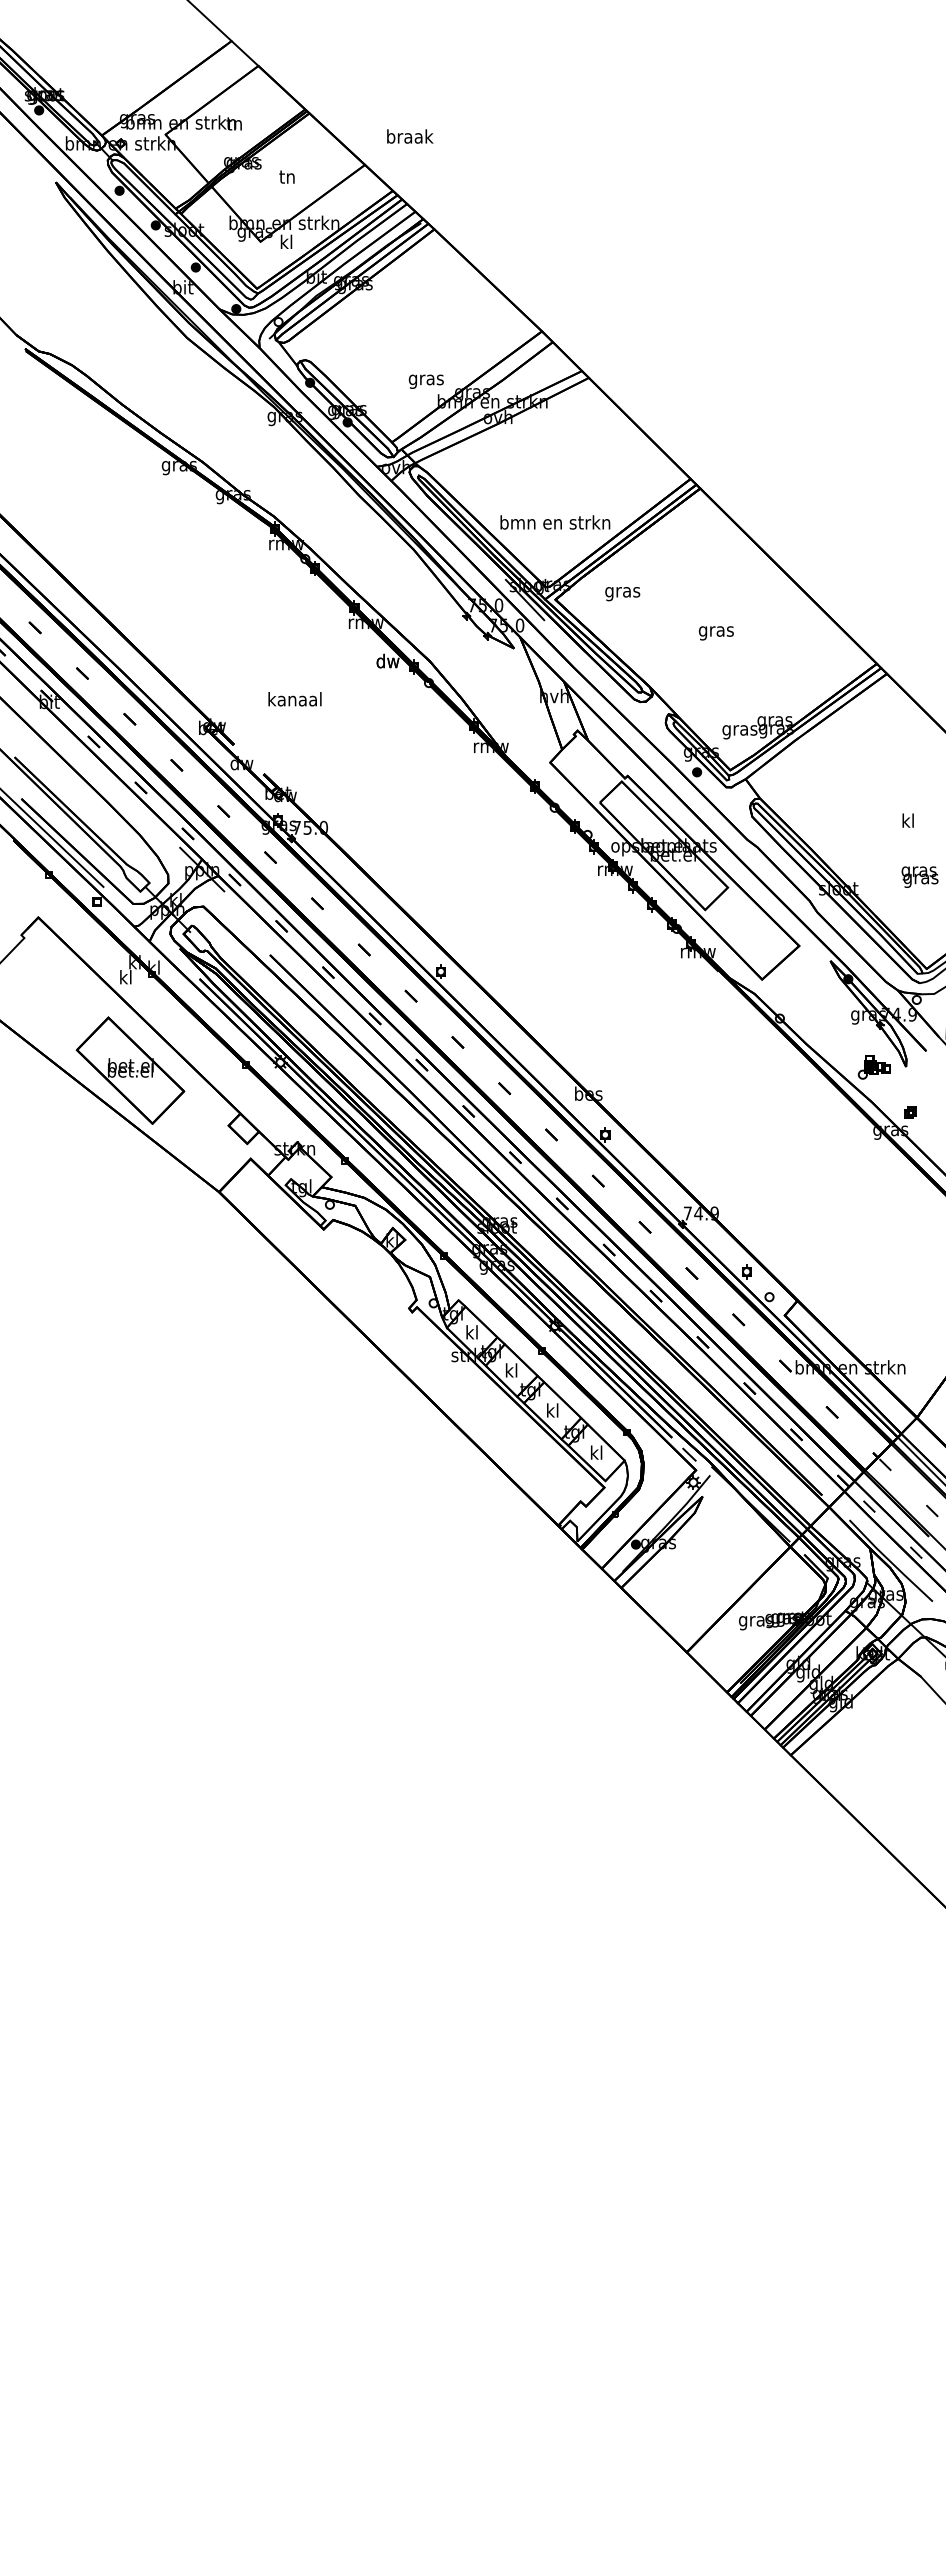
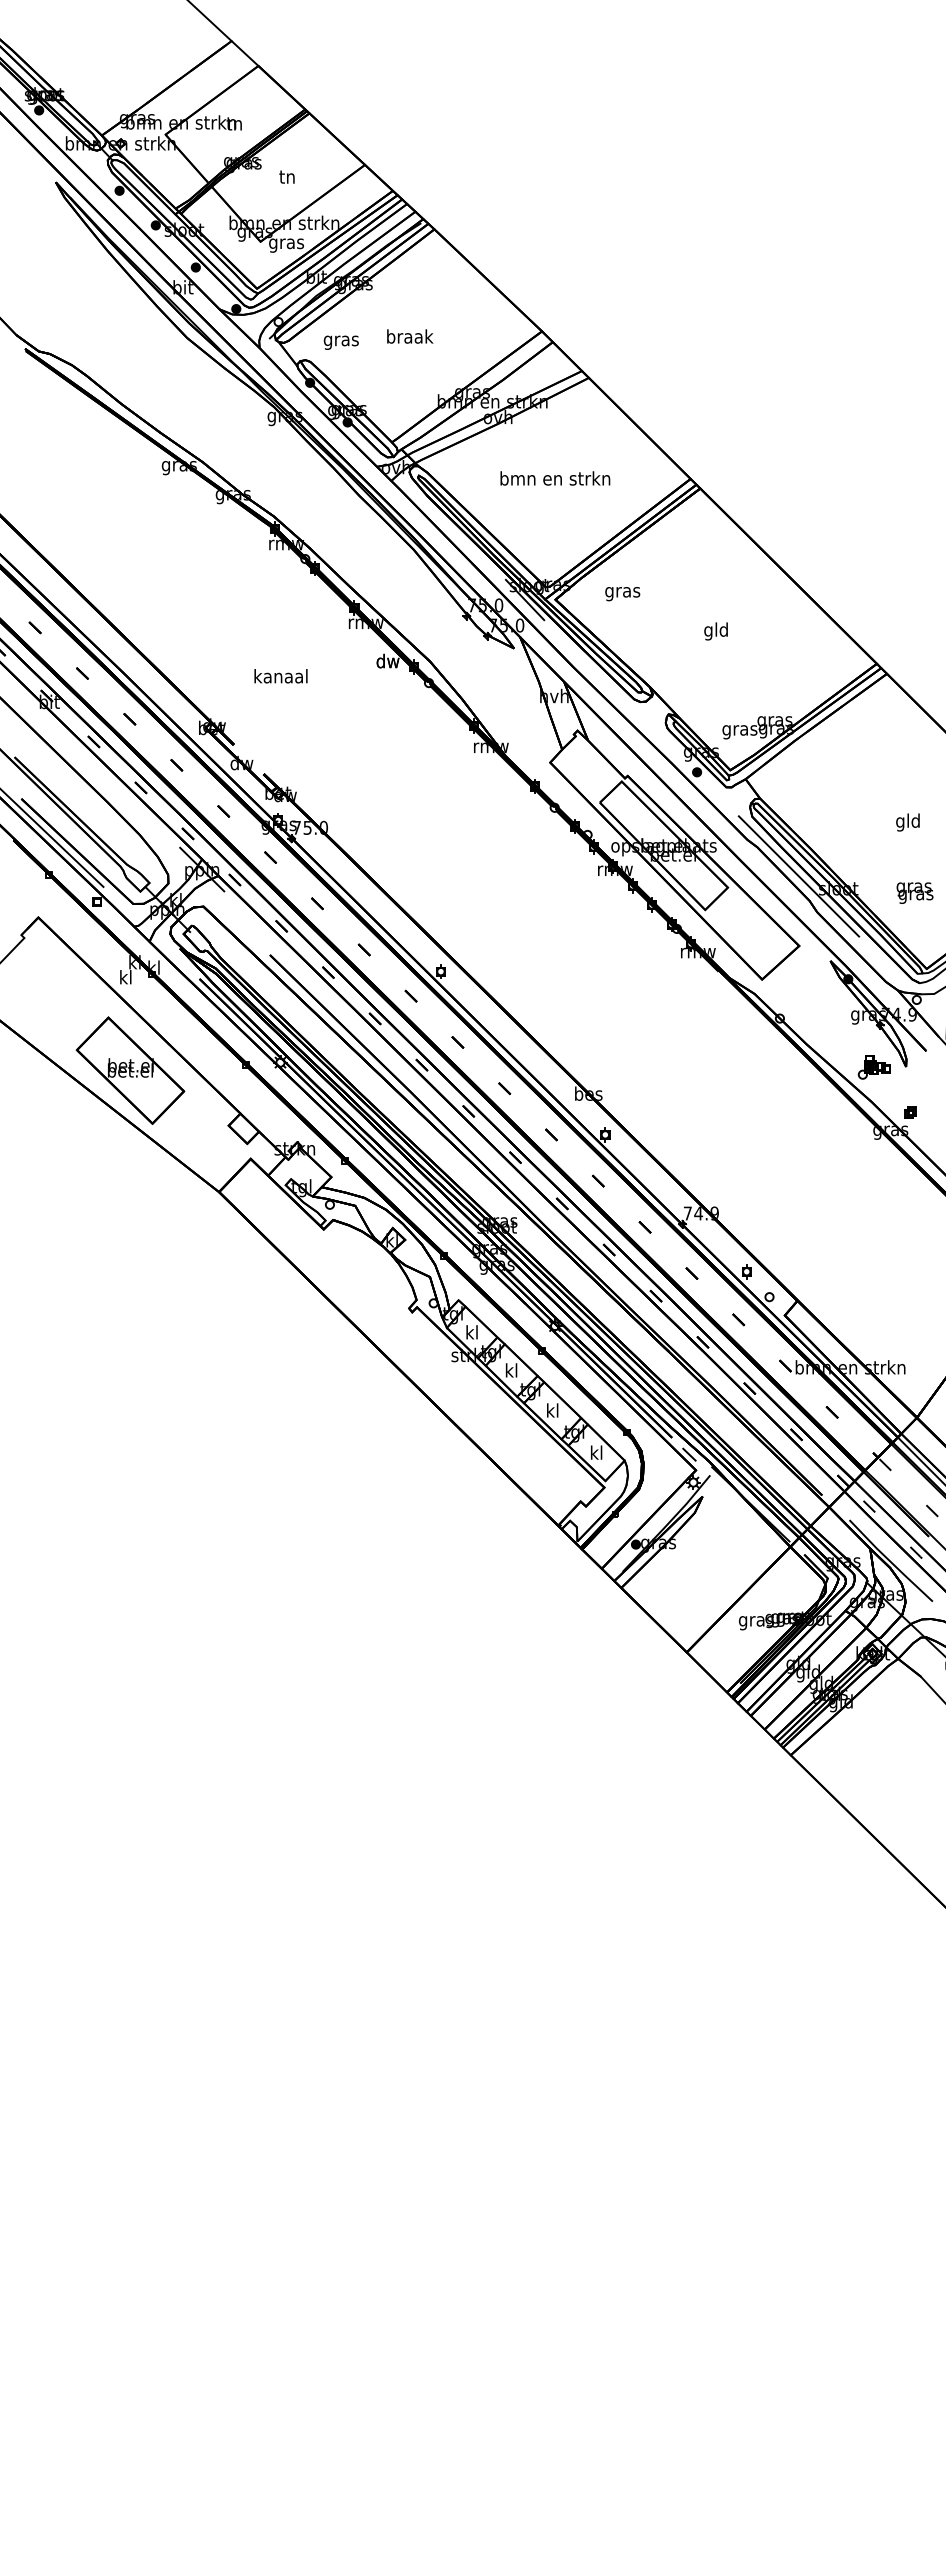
text at (410, 136) position: (410, 136) -> (410, 336)
text at (286, 243): kl -> gras
text at (425, 381) position: (425, 381) -> (340, 342)
text at (555, 522) position: (555, 522) -> (555, 478)
text at (715, 631): gras -> gld
text at (294, 699) position: (294, 699) -> (280, 676)
text at (907, 822): kl -> gld
line at (798, 876): none -> present
text at (919, 876) position: (919, 876) -> (914, 892)
